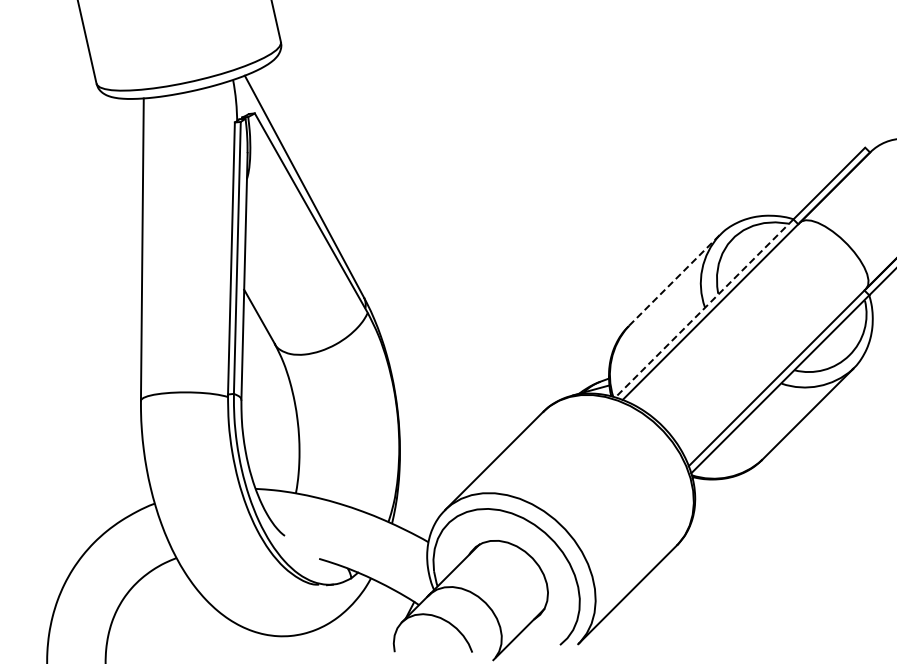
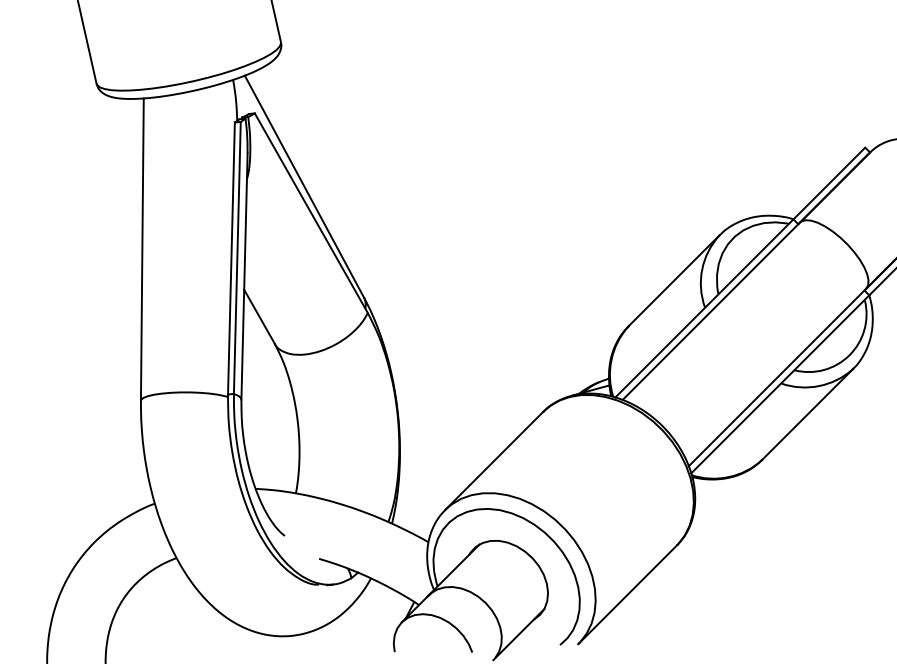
line at (673, 281): dashed -> solid
line at (704, 308): dashed -> solid
